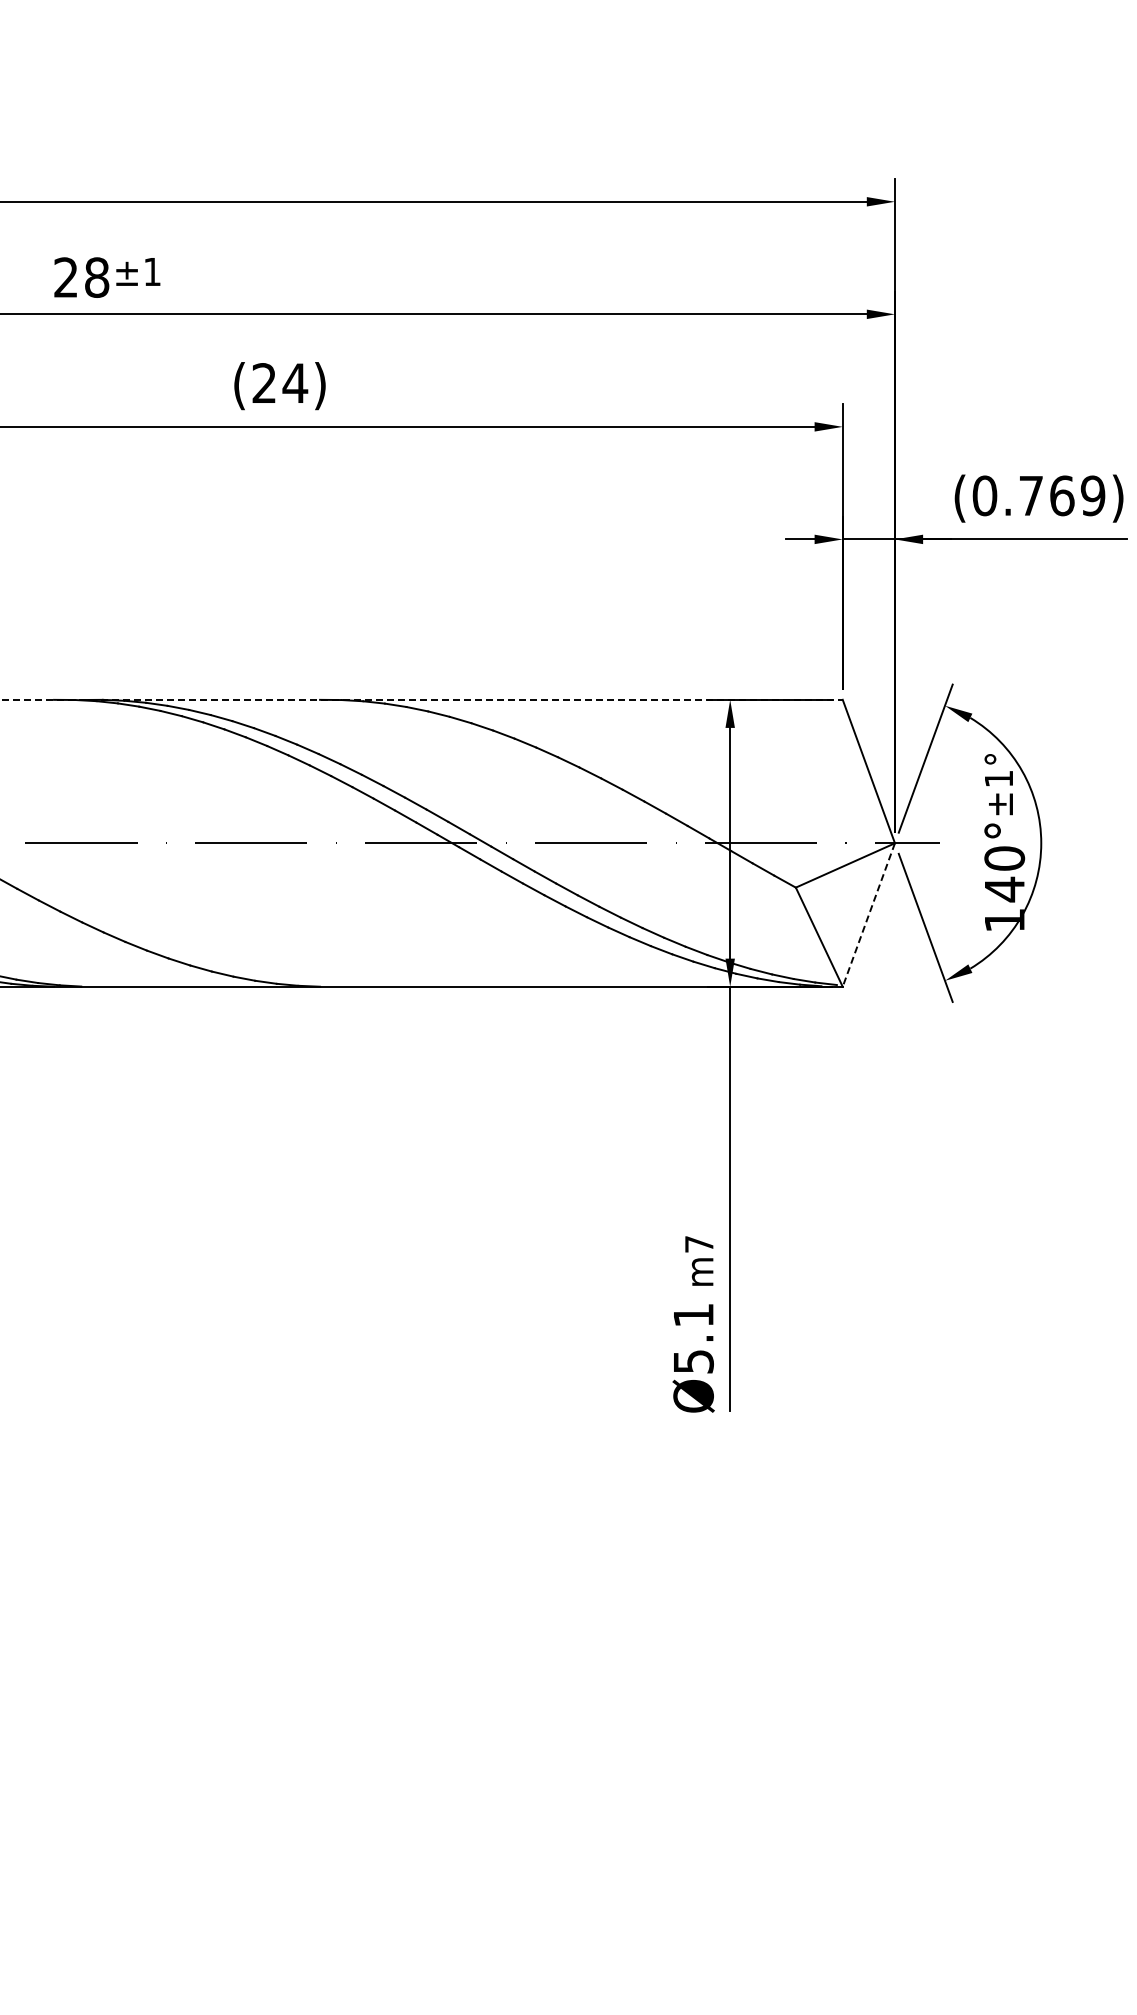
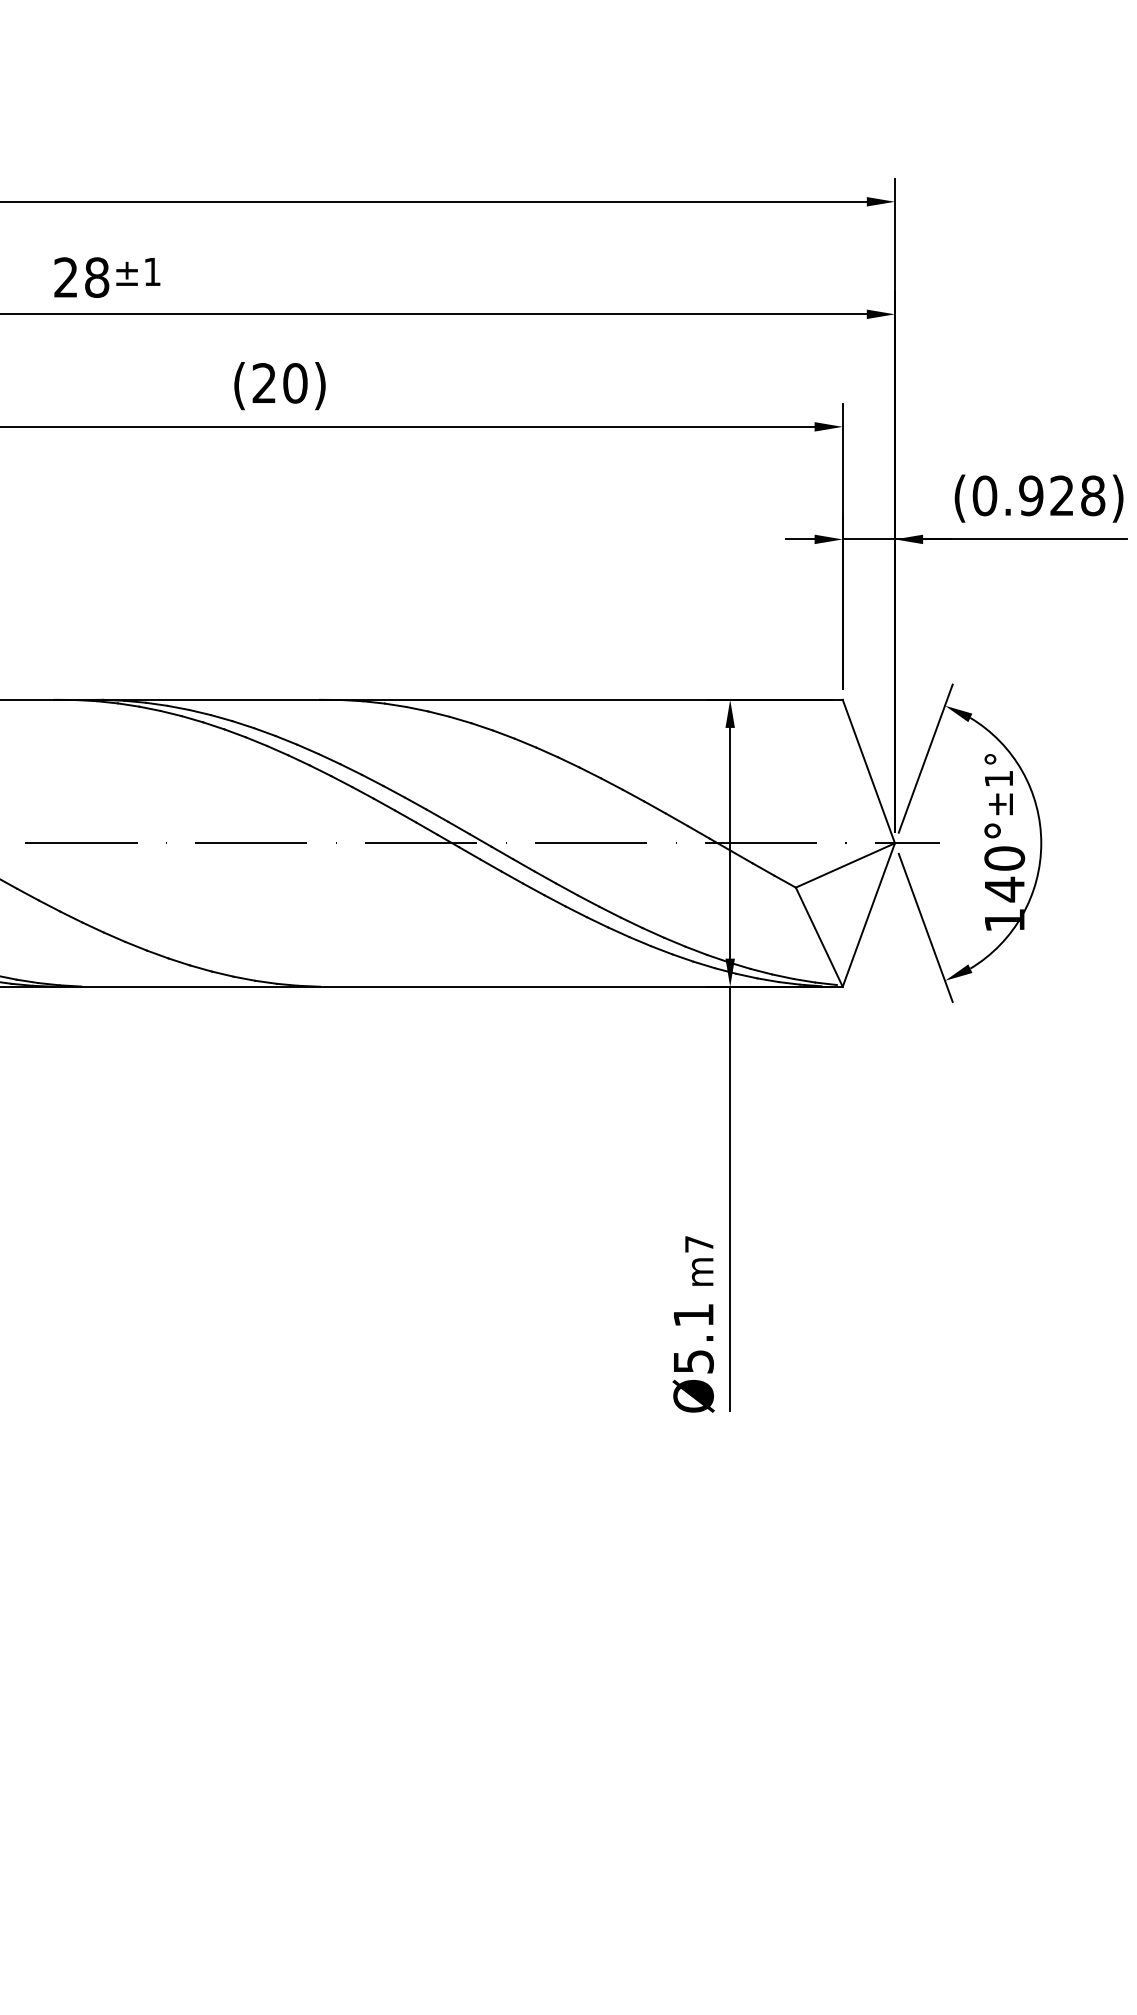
text at (295, 383): (24) -> (20)
text at (1062, 495): (0.769) -> (0.928)
line at (421, 699): dashed -> solid
line at (868, 915): dashed -> solid
